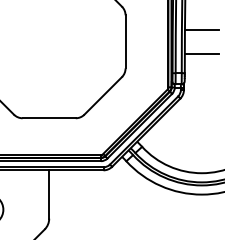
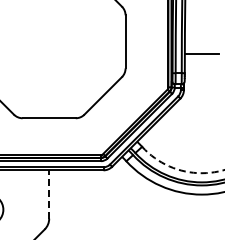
line at (201, 29): present -> none
arc at (179, 170): solid -> dashed
line at (49, 194): solid -> dashed
